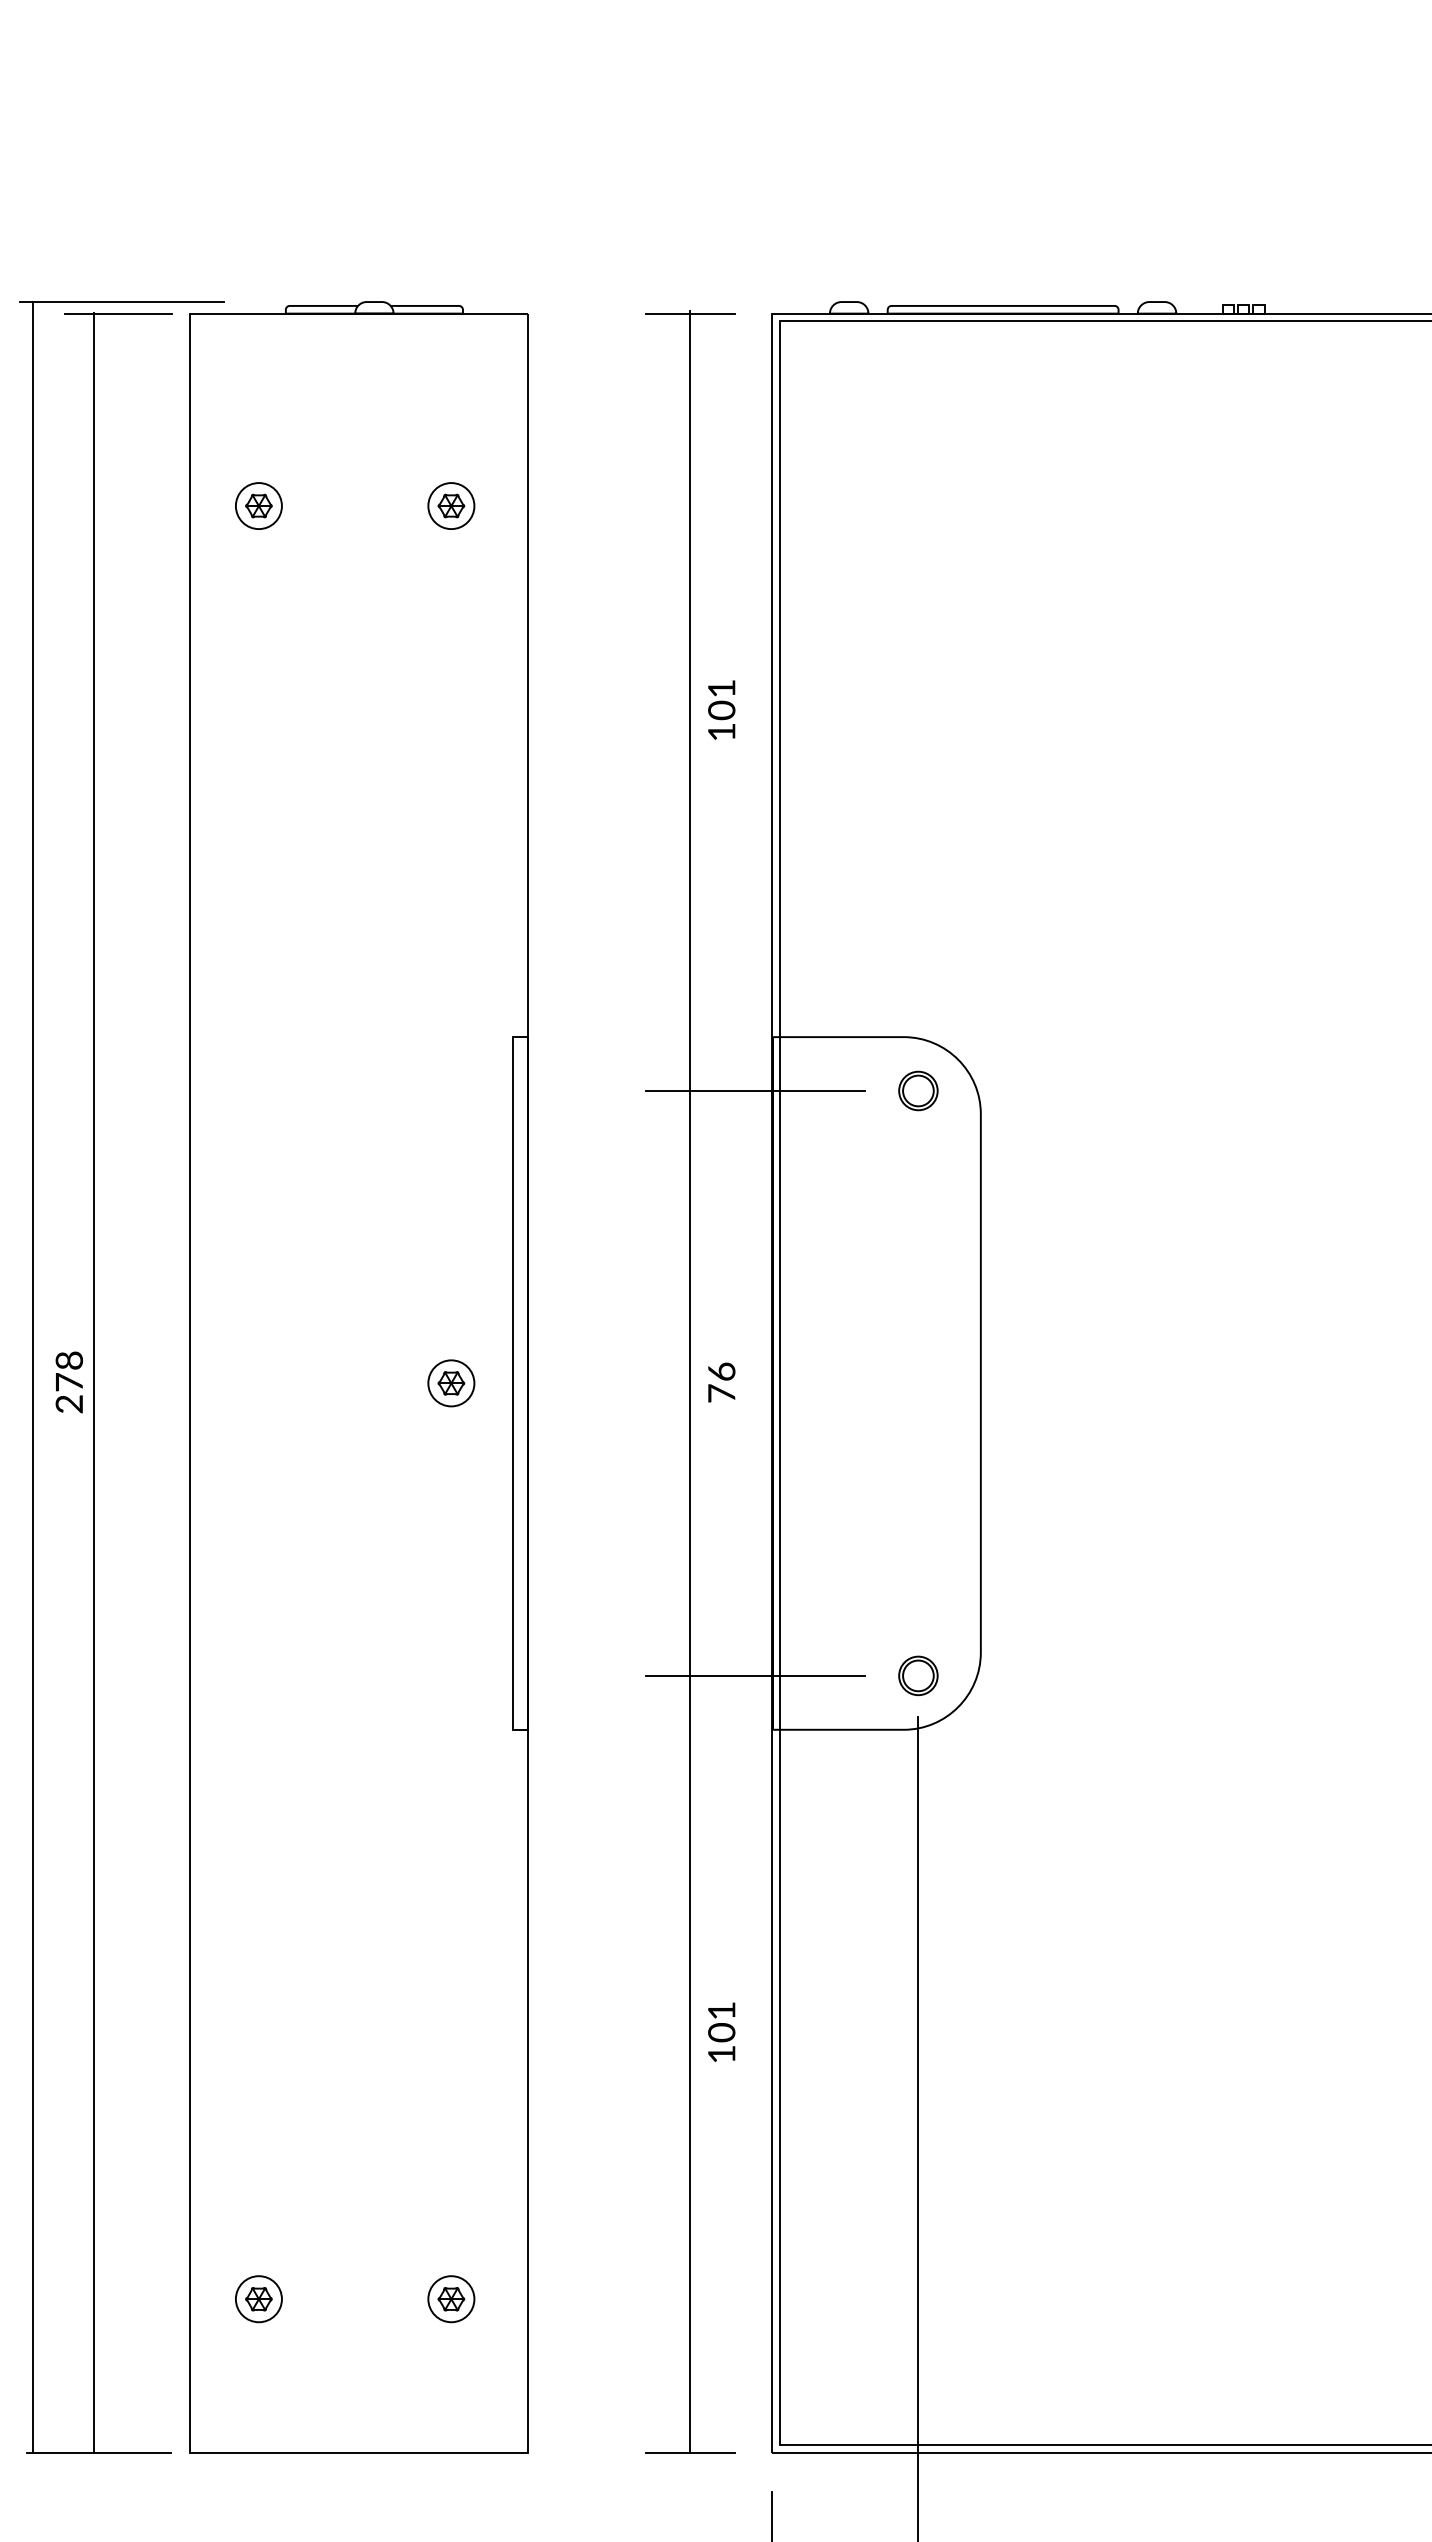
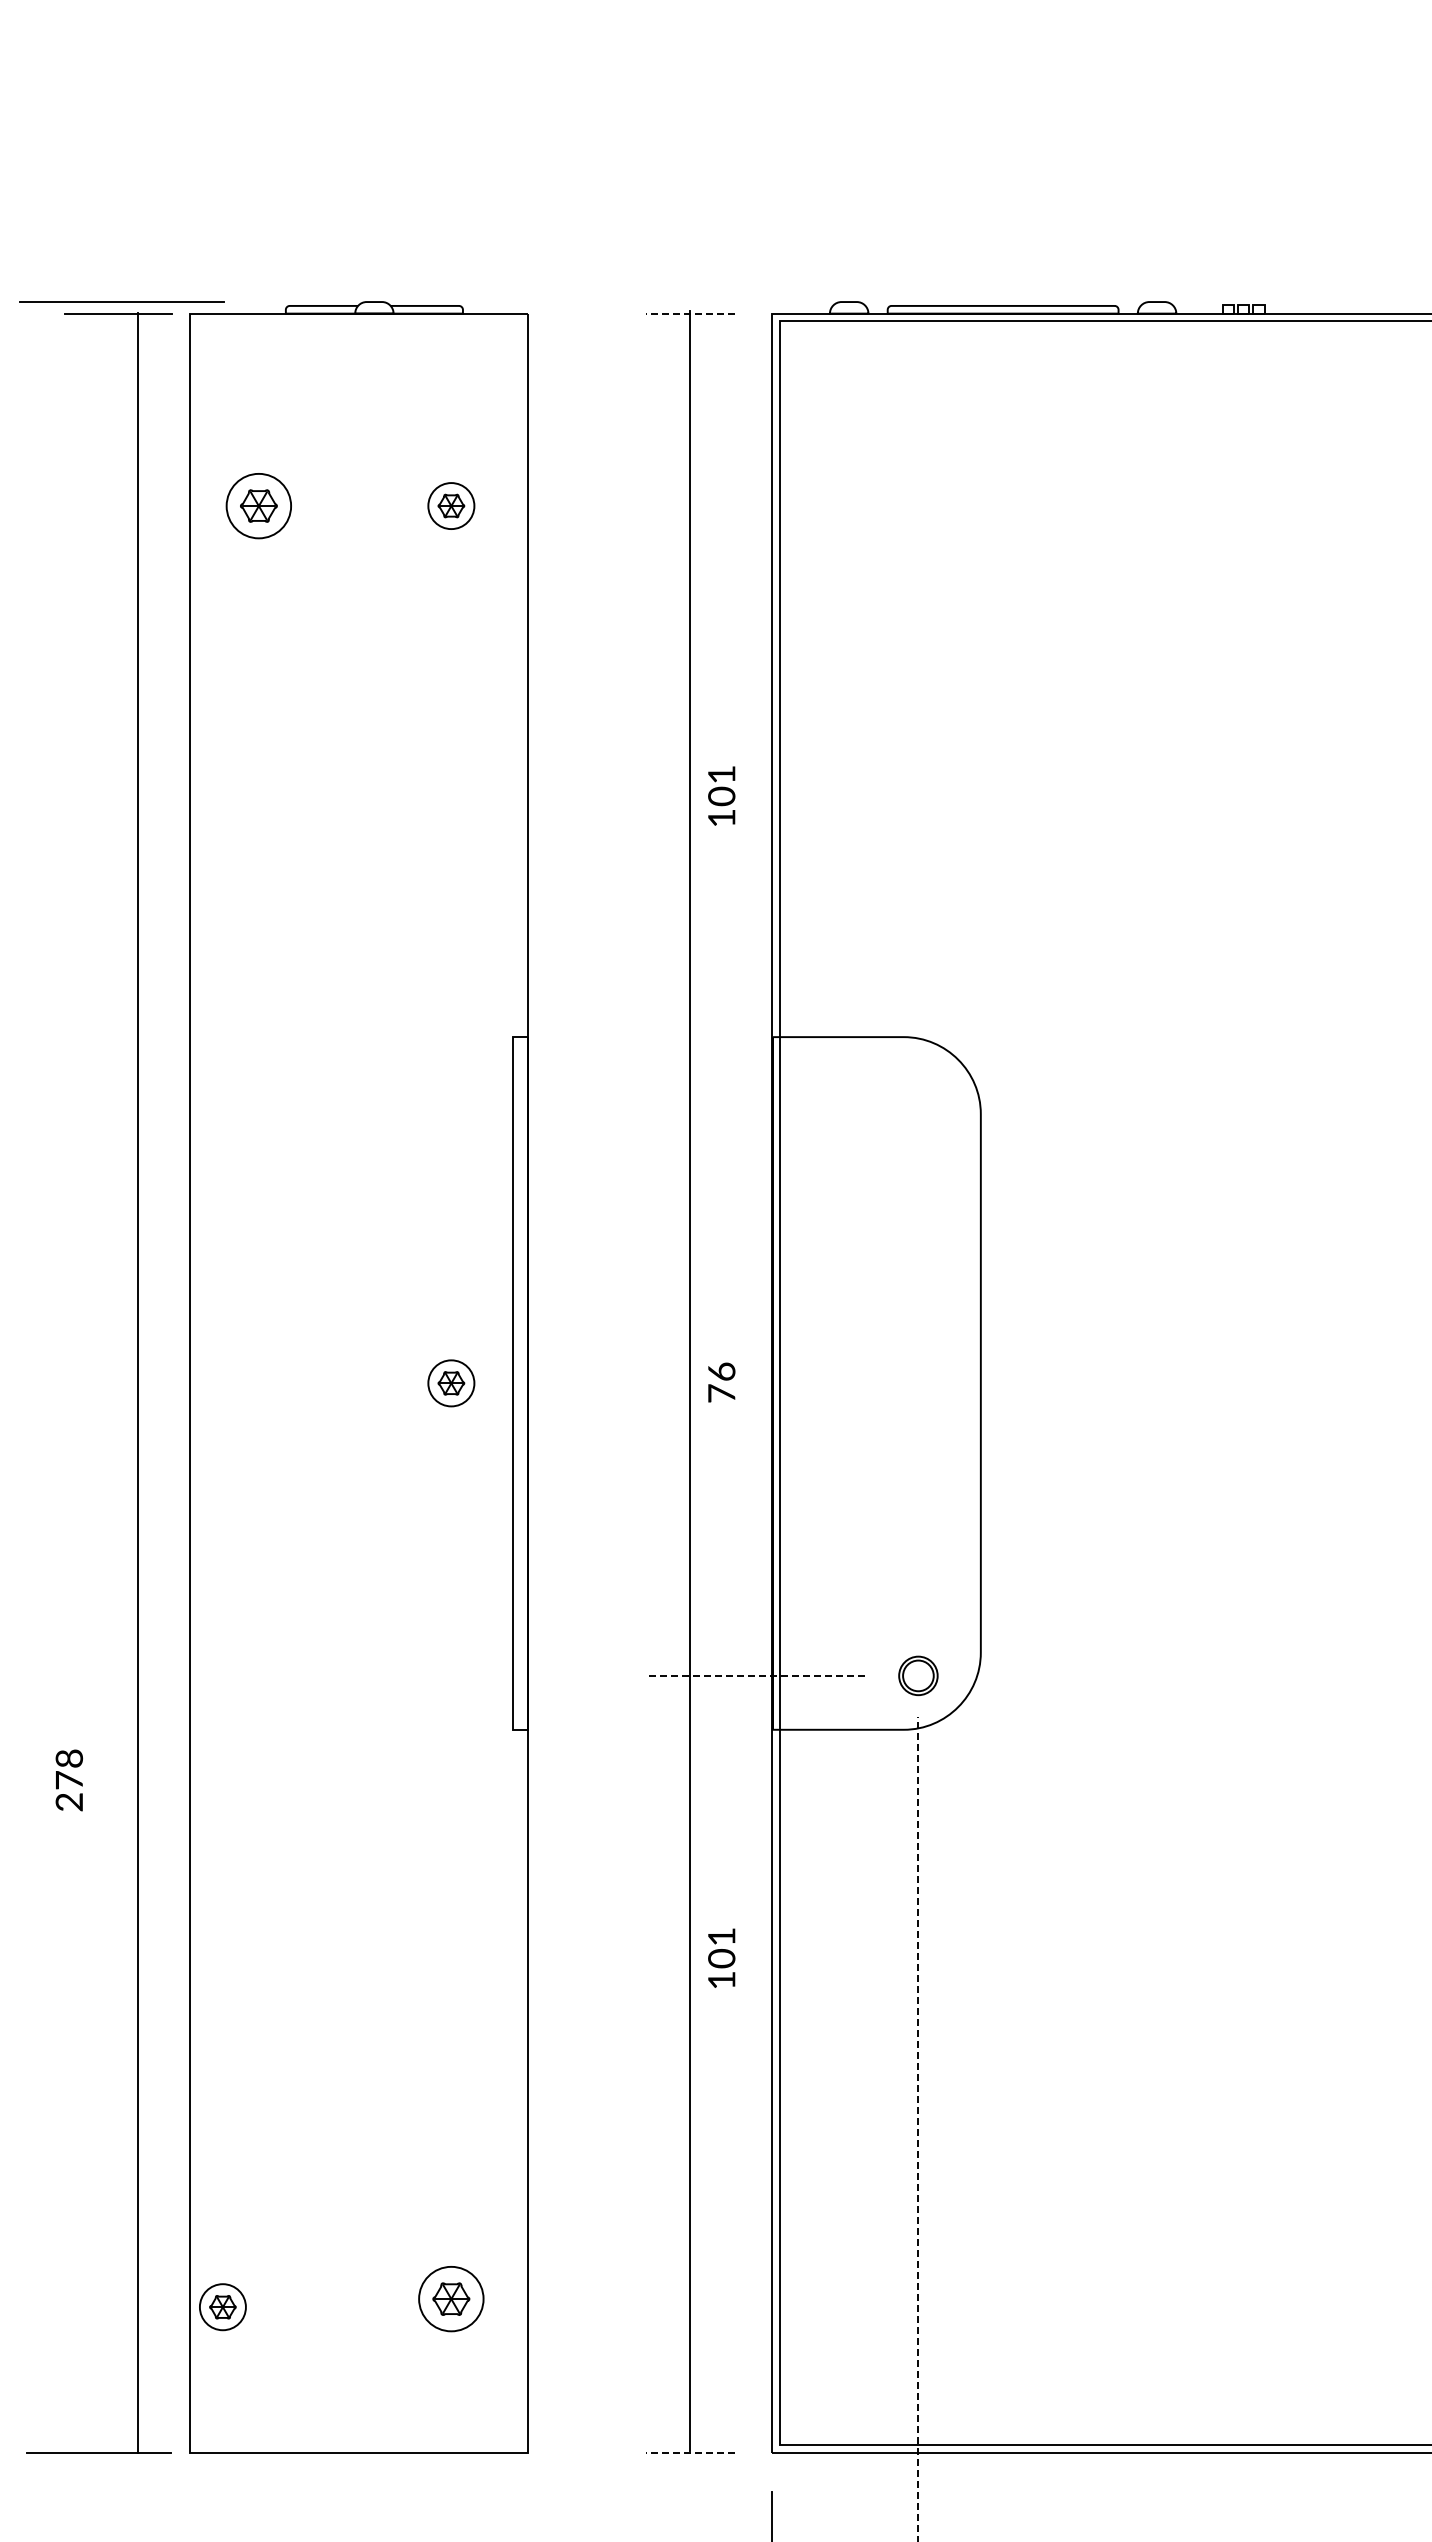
line at (690, 313): solid -> dashed
part at (258, 505) size: 48x48 px -> 67x67 px
text at (721, 709) position: (721, 709) -> (721, 795)
part at (918, 1090): present -> none
line at (754, 1091): present -> none
line at (32, 1377): present -> none
text at (68, 1382) position: (68, 1382) -> (68, 1780)
line at (94, 1383) position: (94, 1383) -> (138, 1383)
line at (755, 1675): solid -> dashed
text at (721, 2031) position: (721, 2031) -> (721, 1957)
line at (918, 2129): solid -> dashed
part at (258, 2299) position: (258, 2299) -> (222, 2307)
part at (451, 2299) size: 49x49 px -> 67x67 px
line at (690, 2453): solid -> dashed
